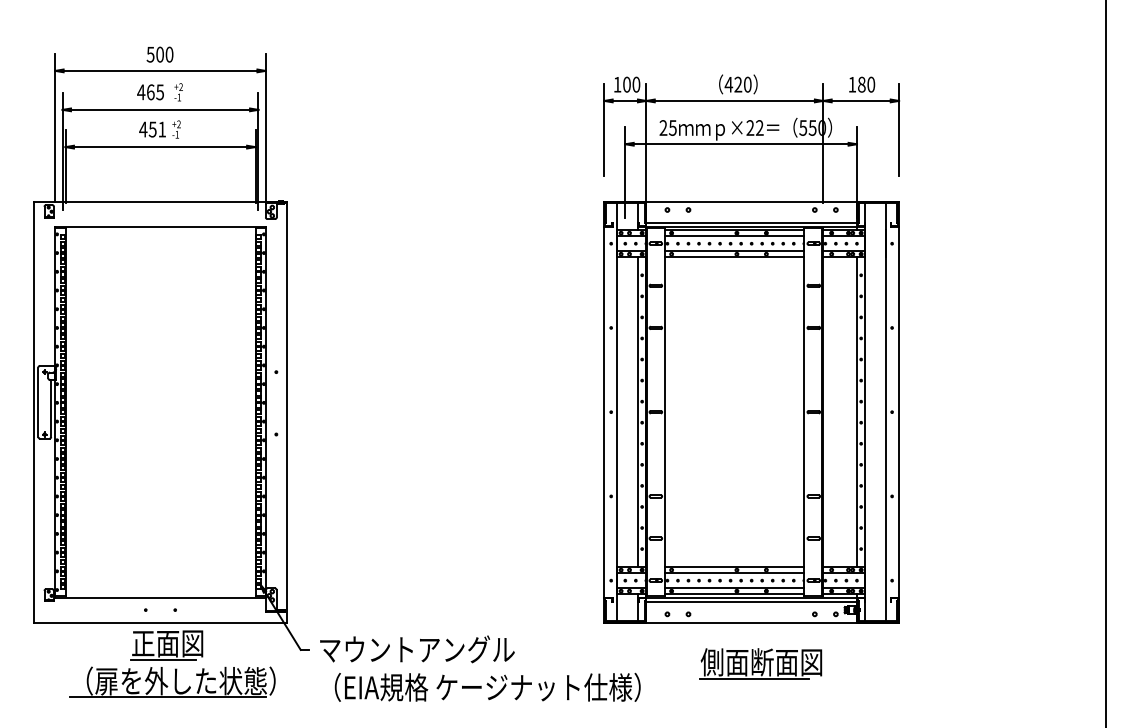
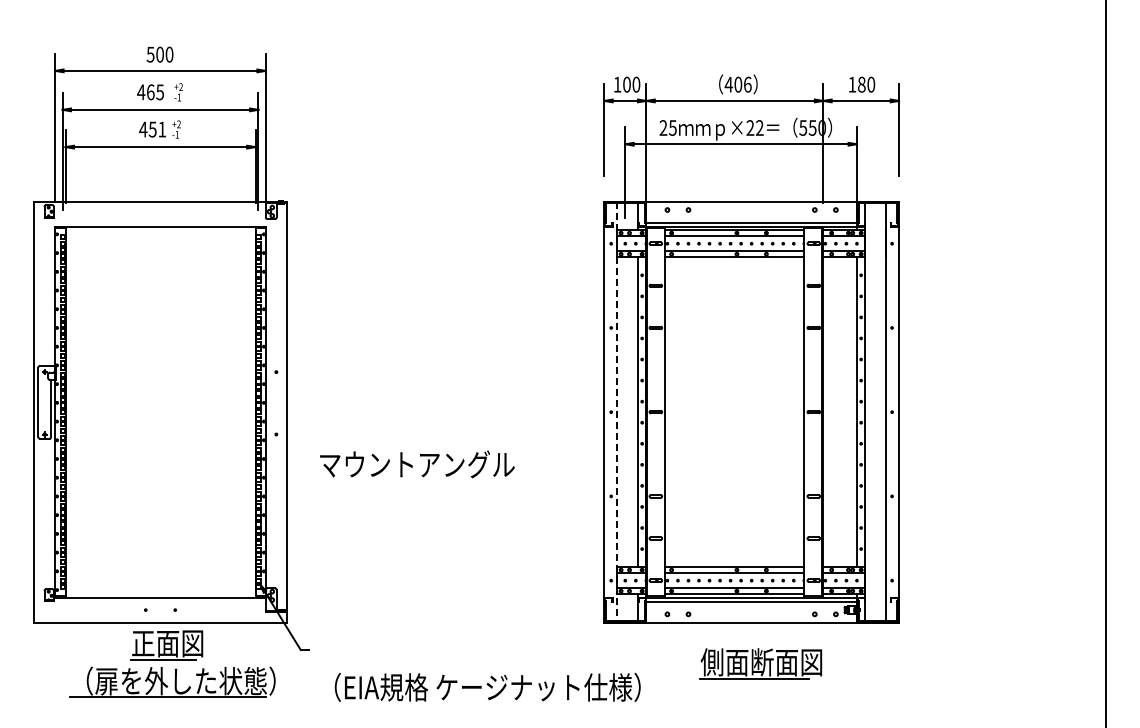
text at (742, 84): 420 -> 406
line at (616, 412): solid -> dashed
text at (417, 649) position: (417, 649) -> (417, 464)
